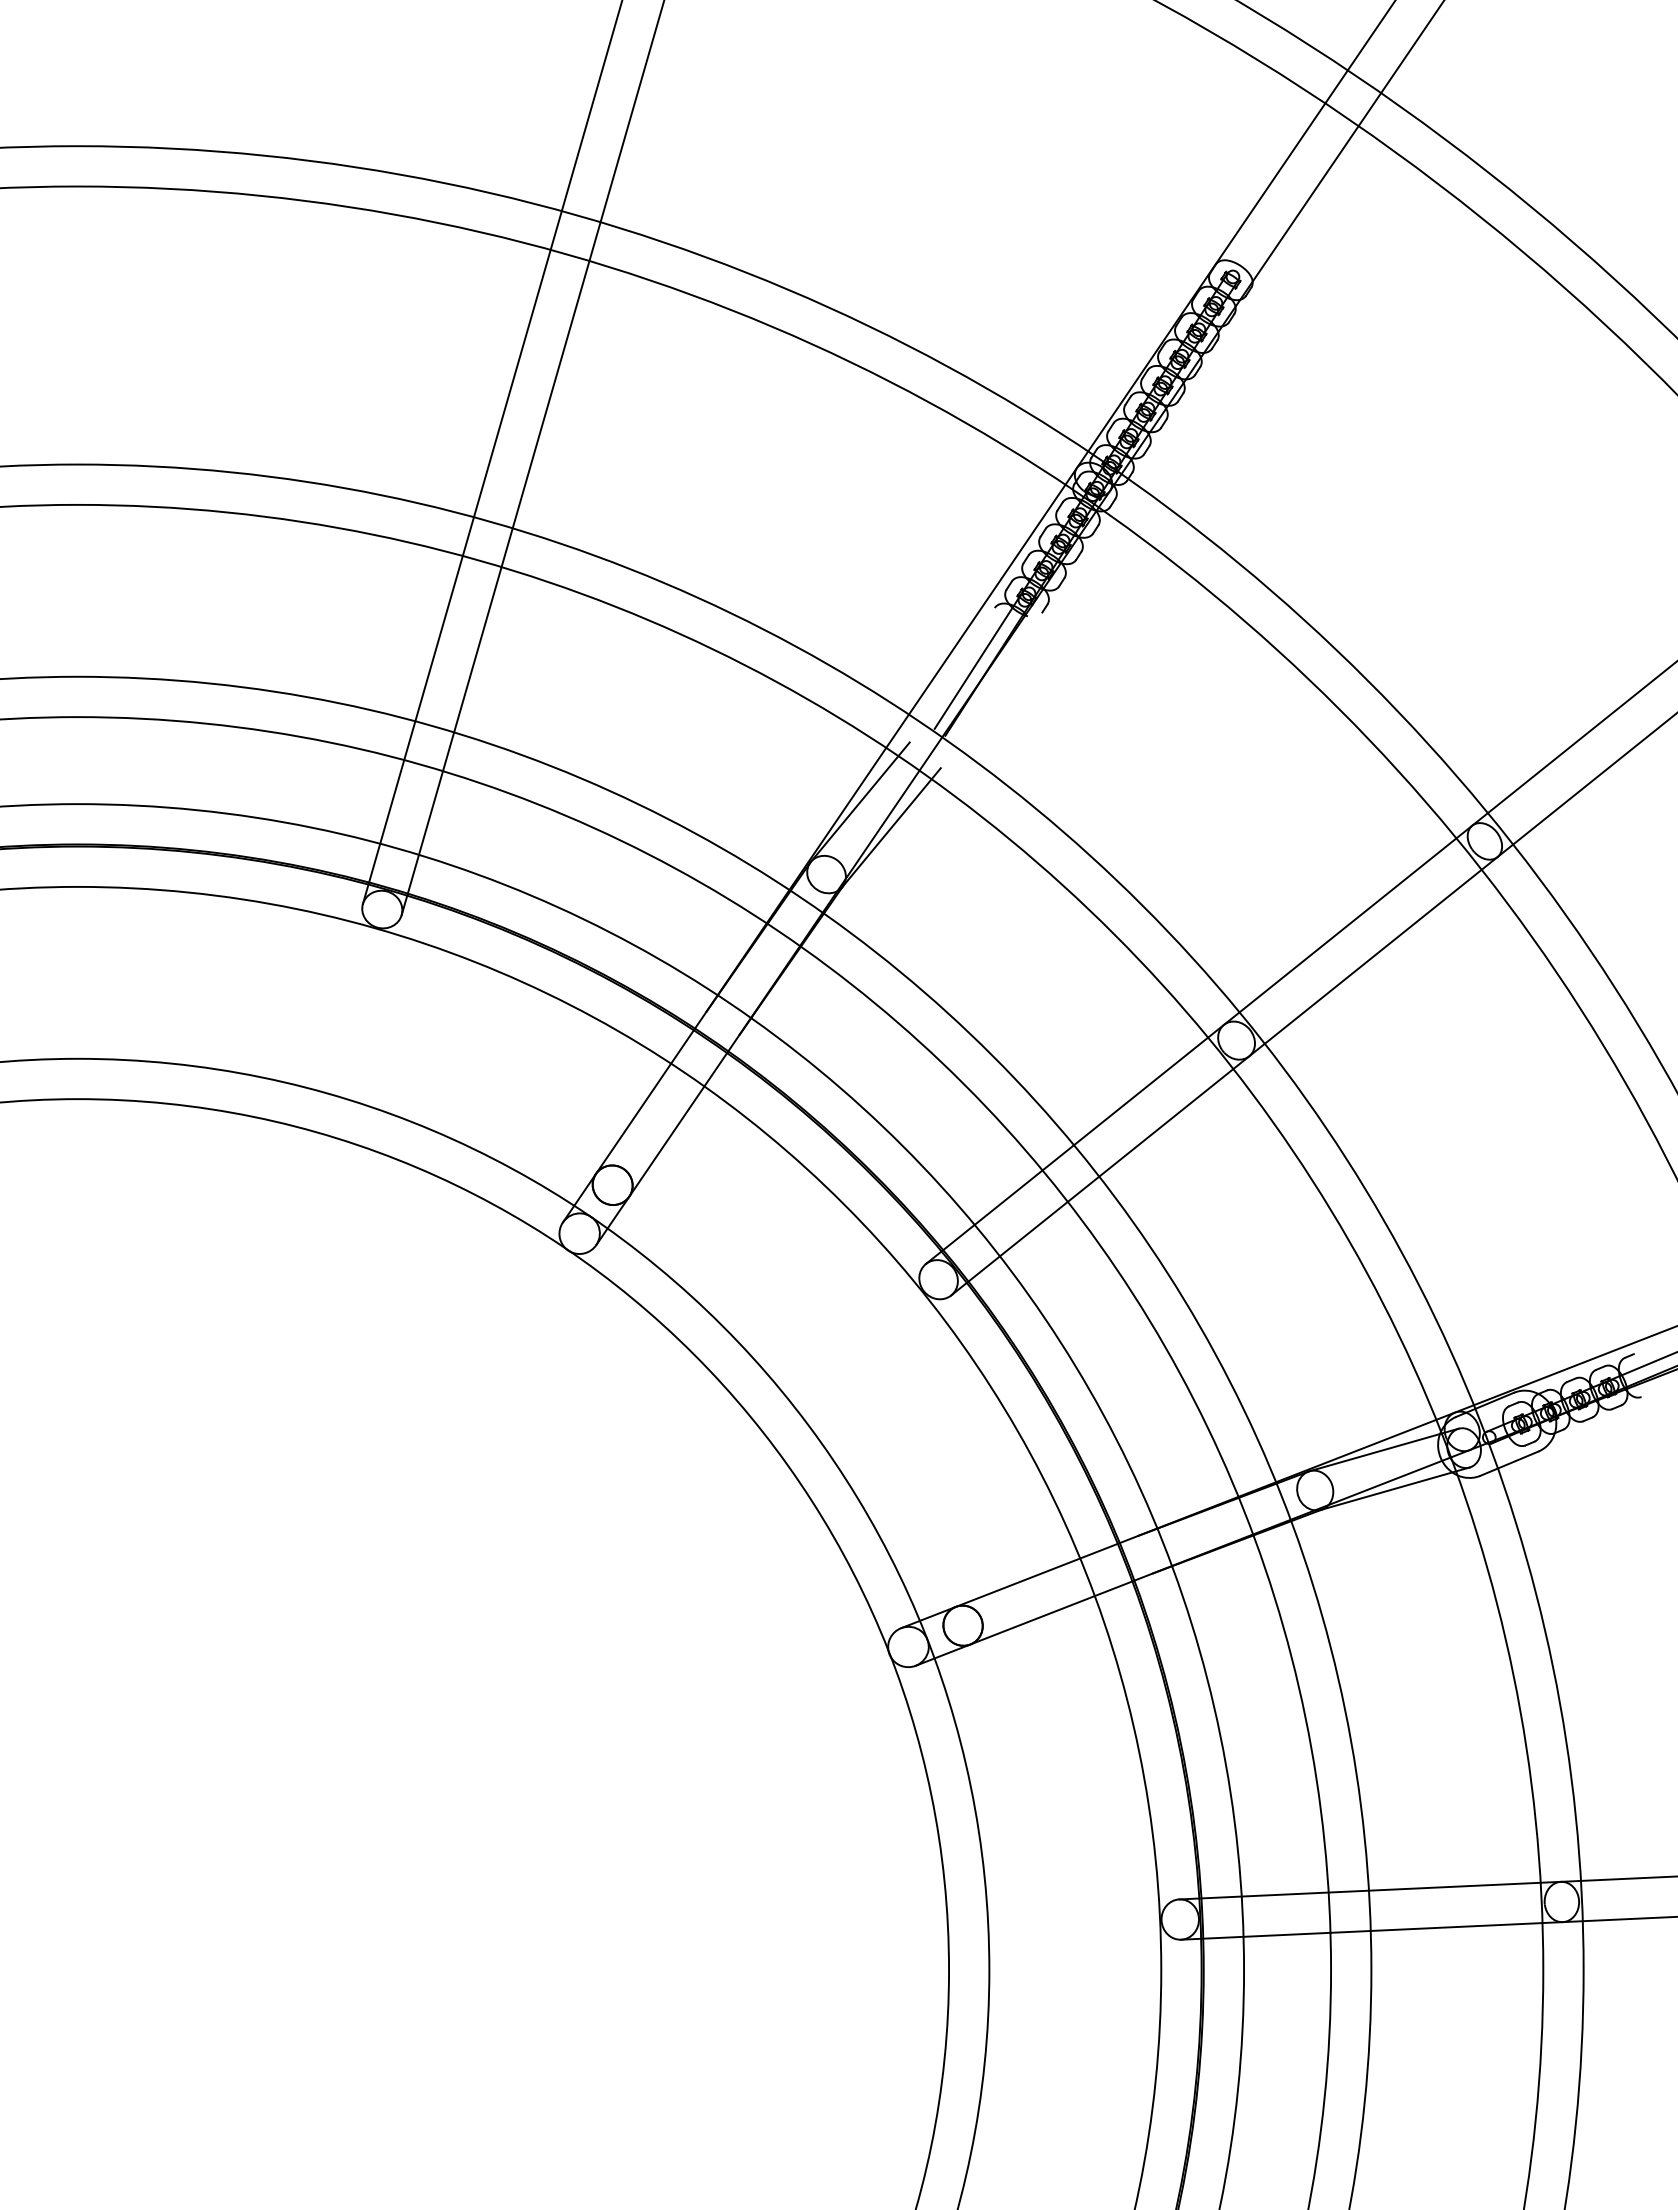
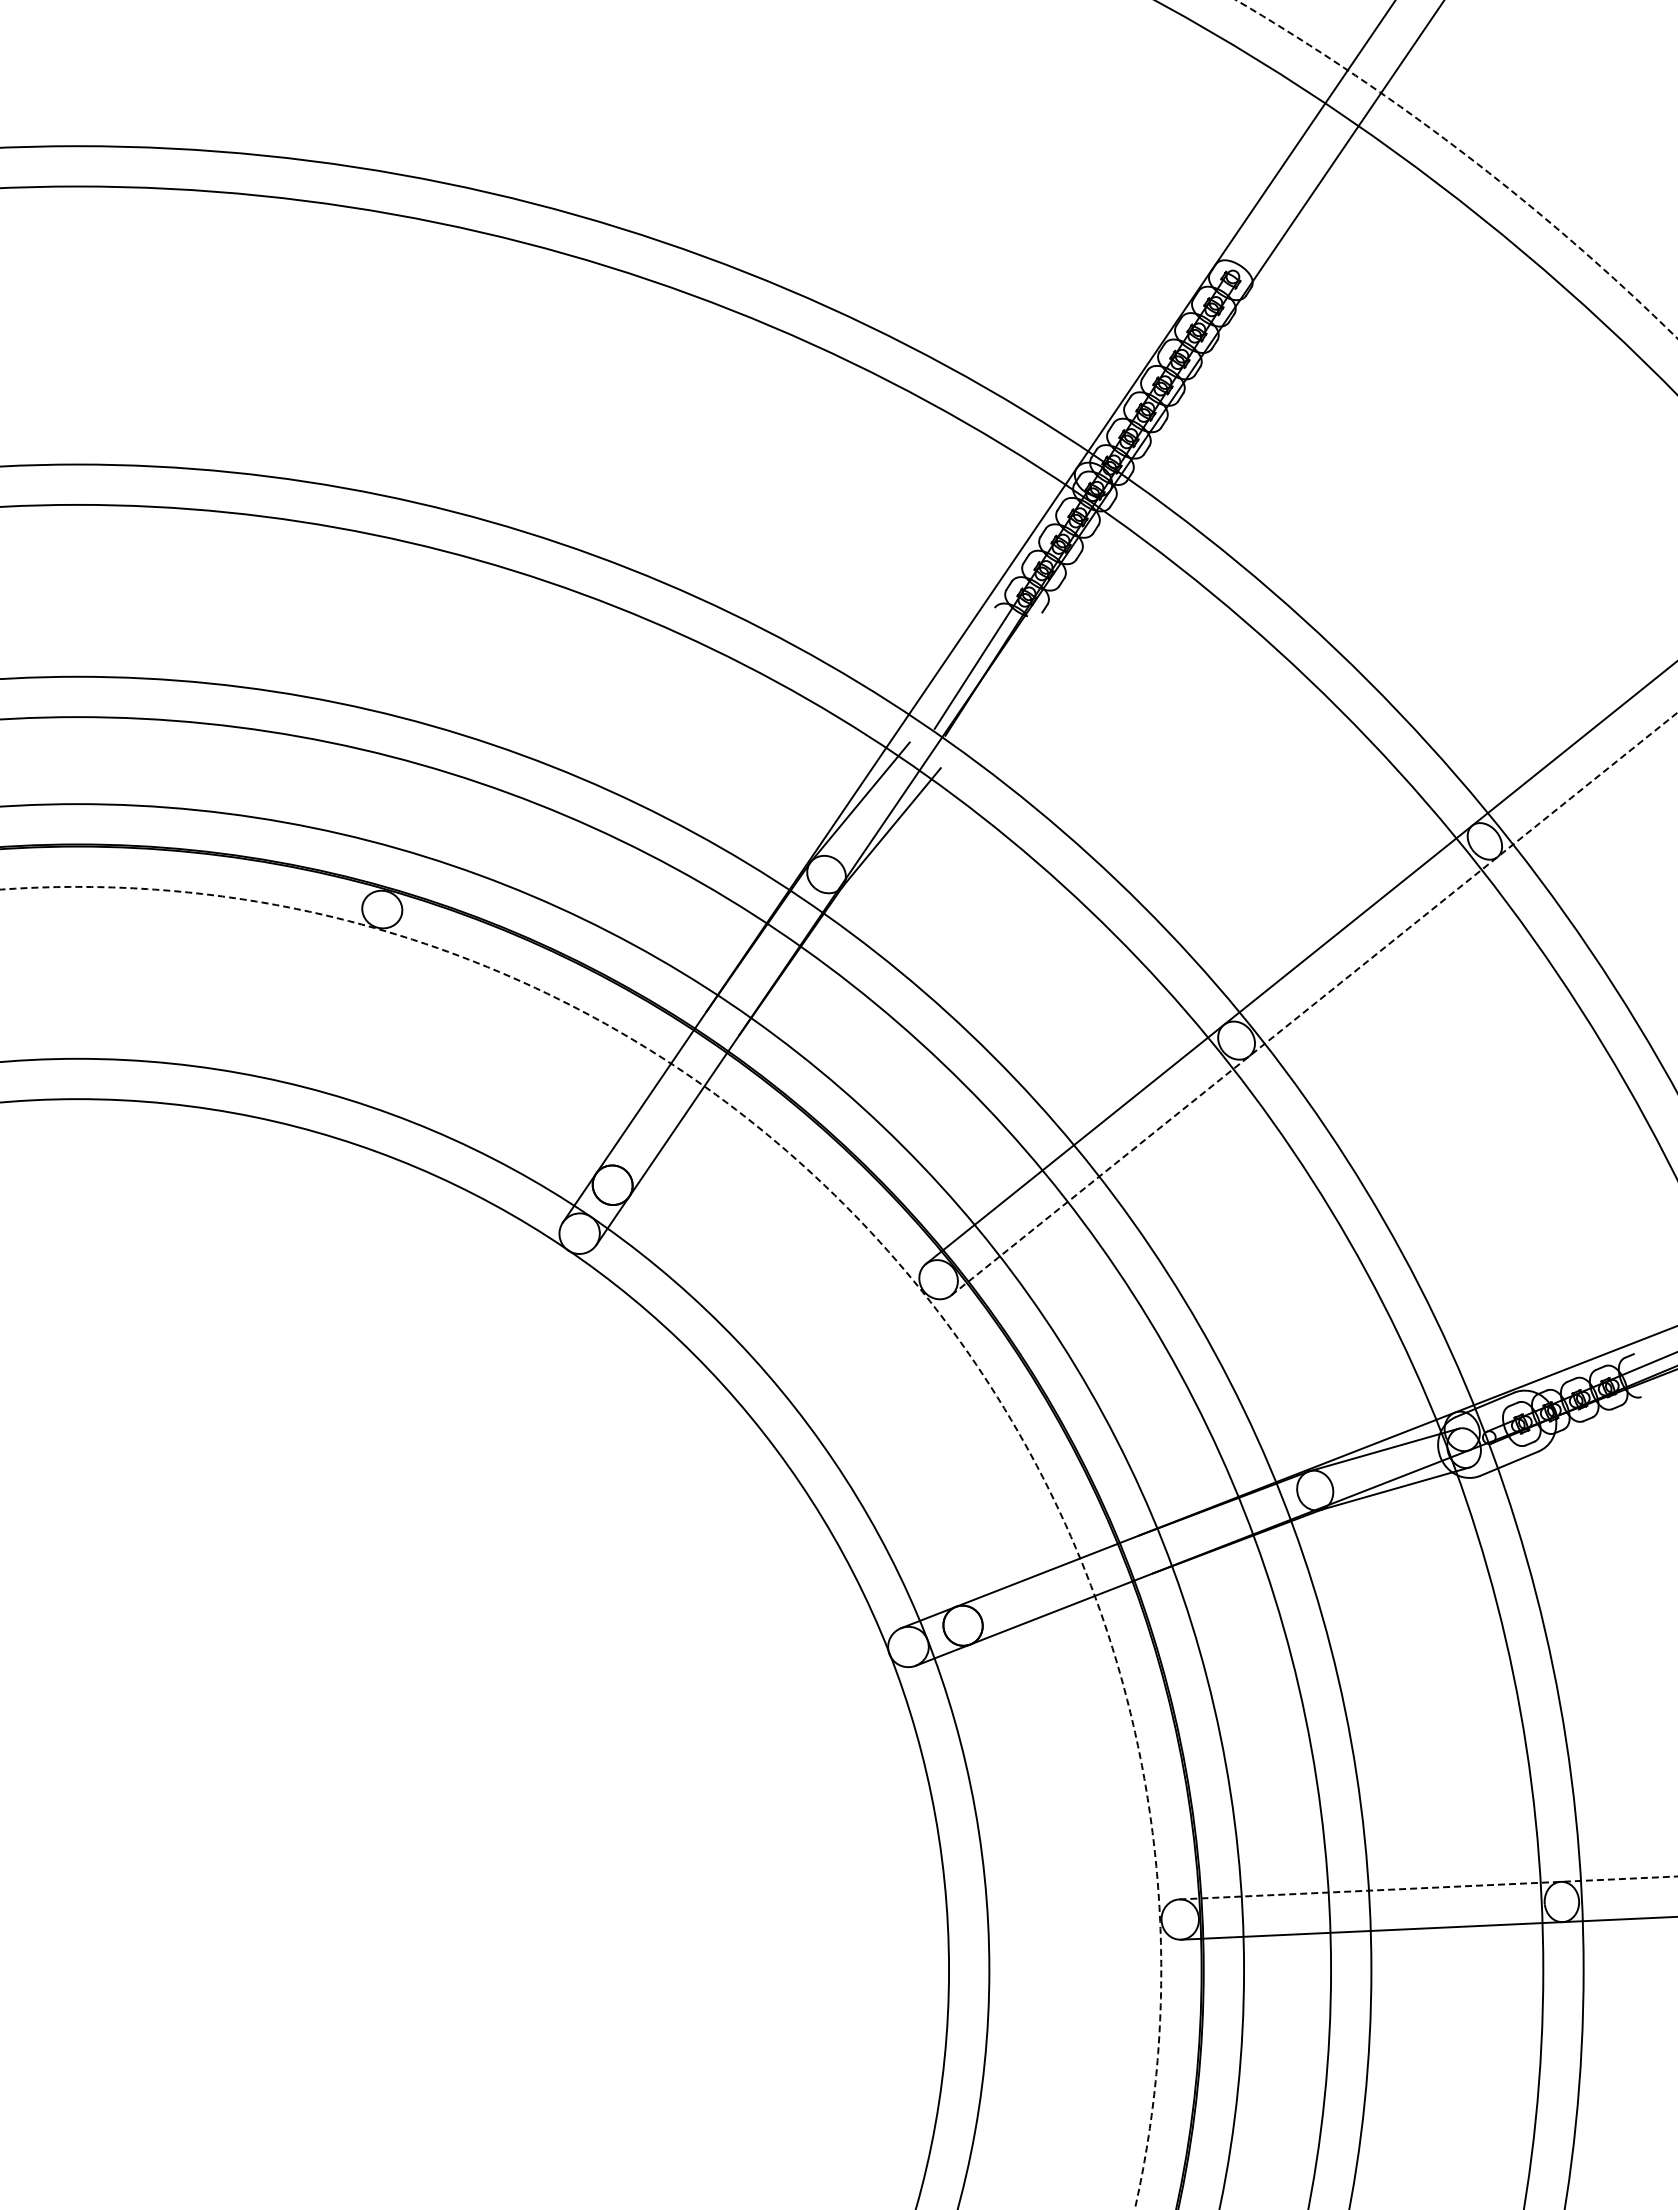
circle at (1456, 169): solid -> dashed
line at (491, 453): present -> none
line at (532, 458): present -> none
line at (1314, 1003): solid -> dashed
circle at (580, 1547): solid -> dashed
line at (1428, 1887): solid -> dashed
